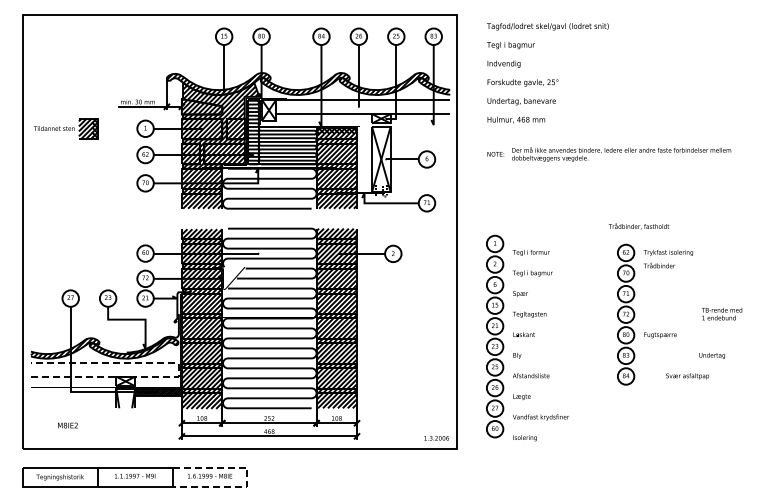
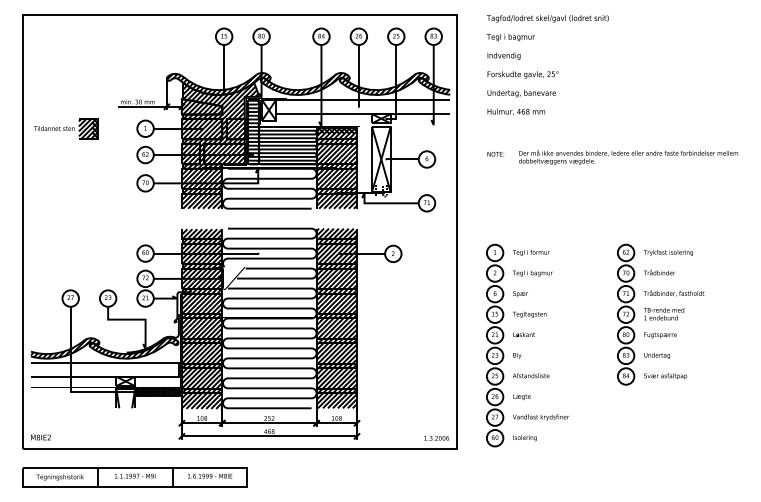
text at (547, 73) position: (547, 73) -> (547, 65)
text at (621, 154) position: (621, 154) -> (628, 157)
text at (638, 226) position: (638, 226) -> (673, 293)
text at (659, 265) position: (659, 265) -> (659, 272)
text at (721, 313) position: (721, 313) -> (663, 313)
part at (495, 336) position: (495, 336) -> (495, 345)
text at (712, 355) position: (712, 355) -> (657, 355)
line at (178, 370): dashed -> solid
text at (687, 376) position: (687, 376) -> (665, 376)
text at (67, 425) position: (67, 425) -> (40, 437)
line at (247, 478): dashed -> solid
